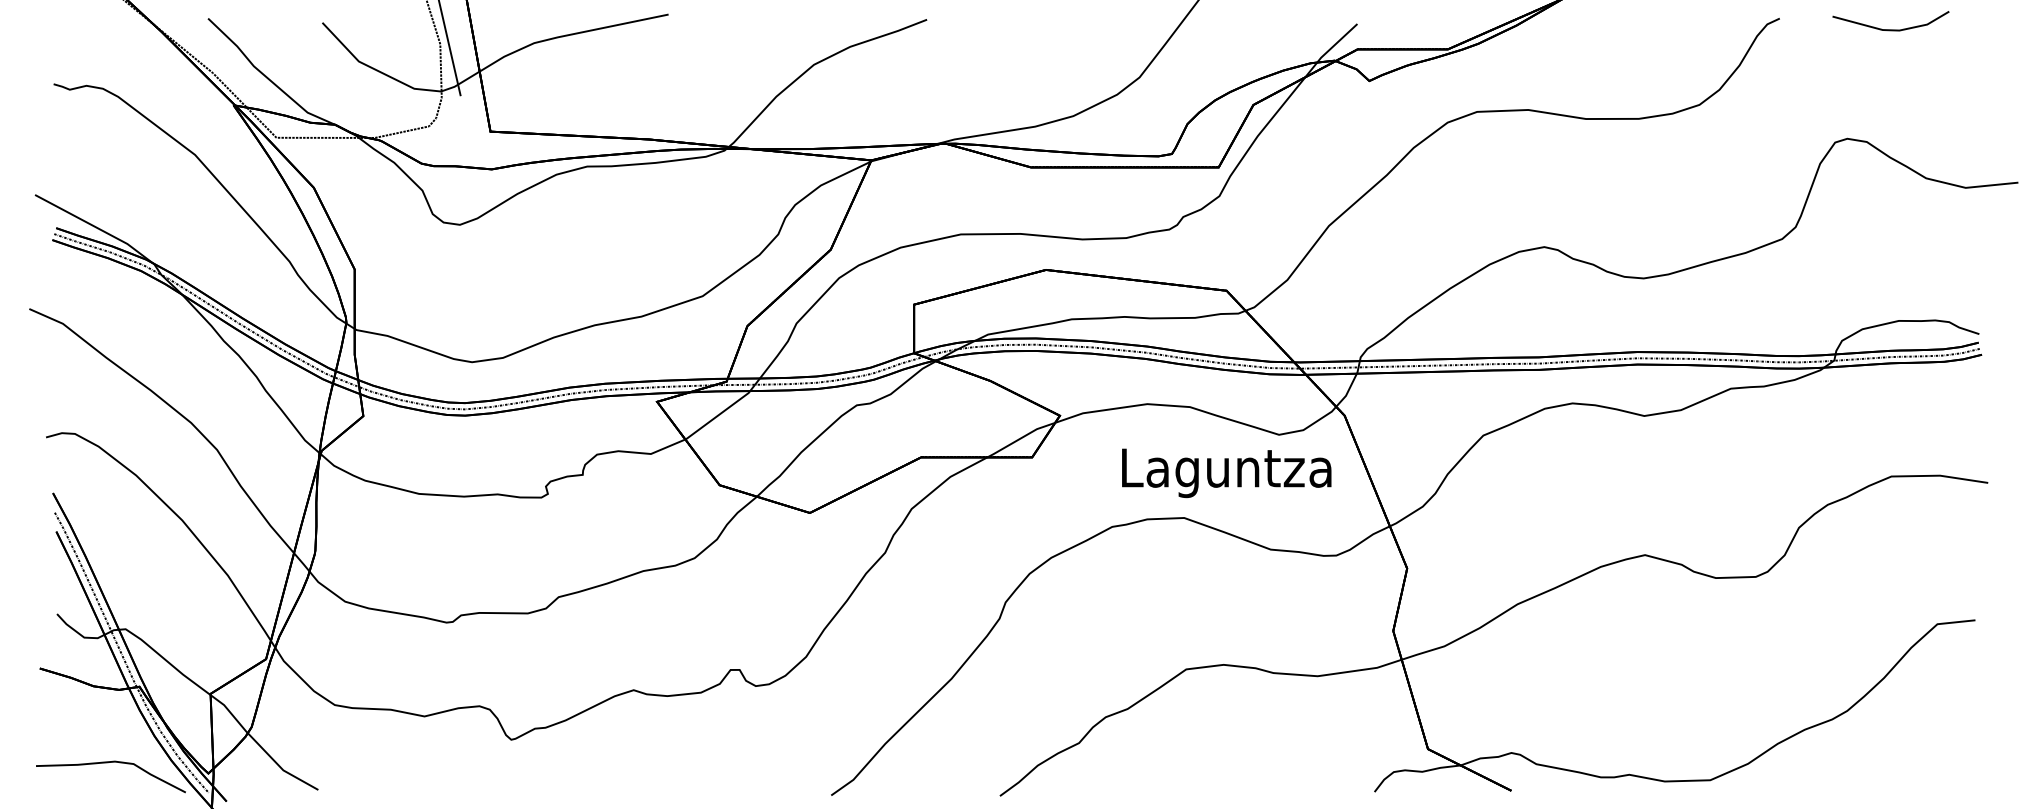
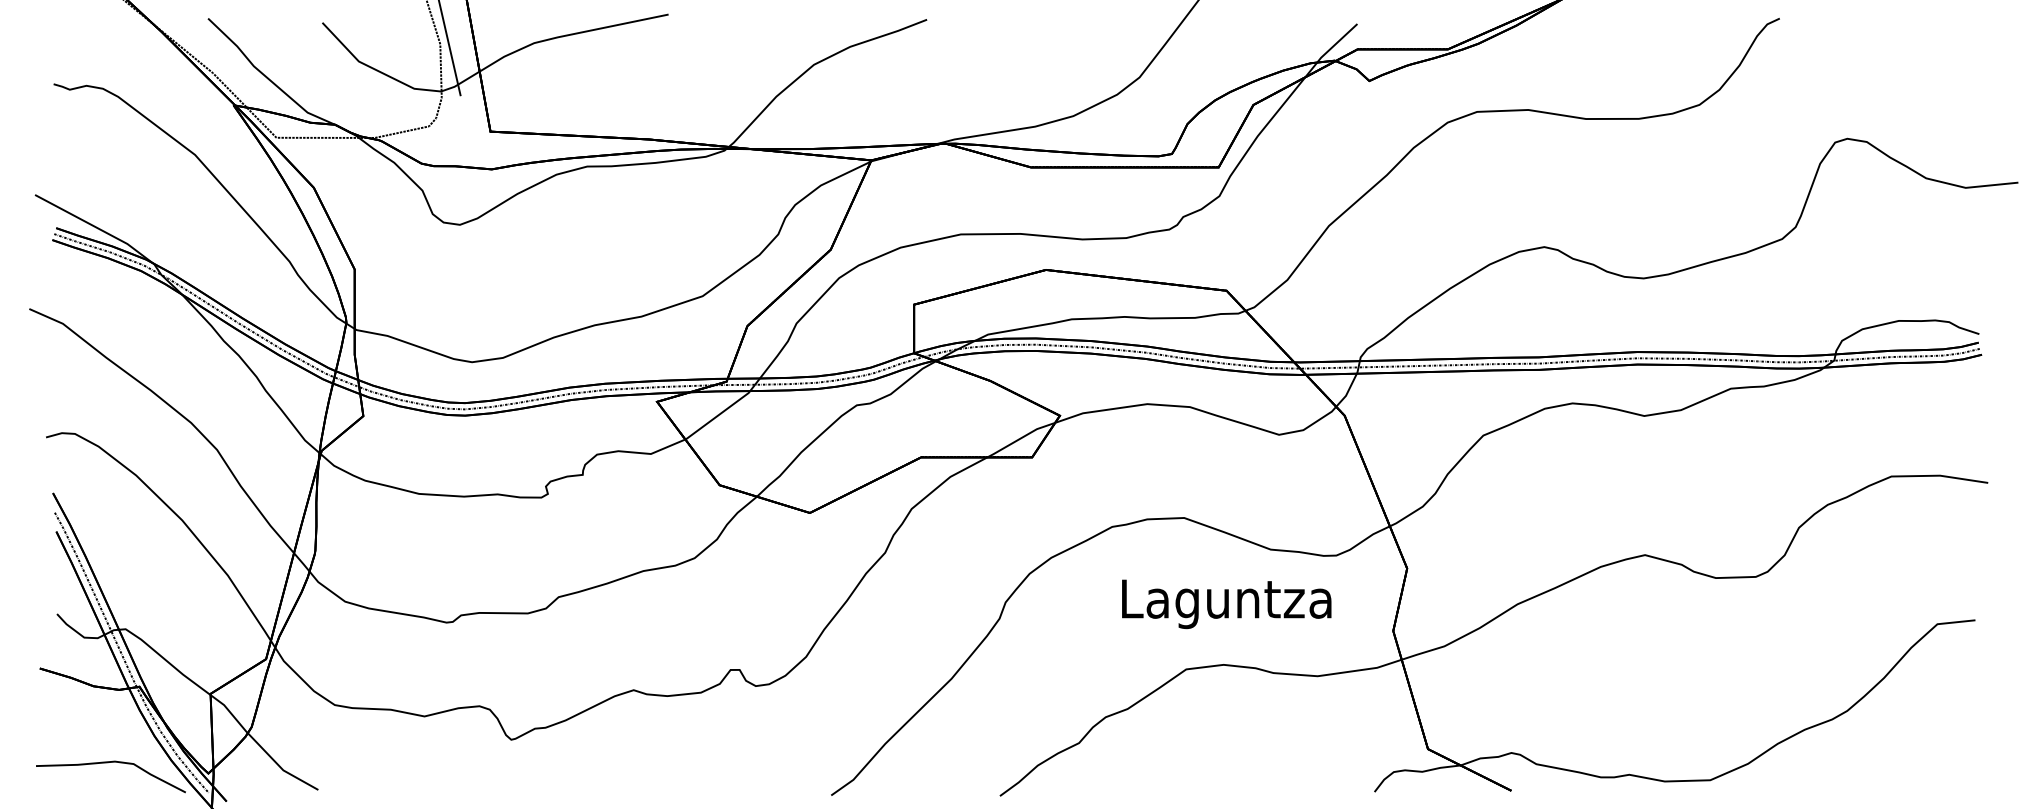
line at (1890, 29): present -> none
text at (1226, 473) position: (1226, 473) -> (1226, 604)
